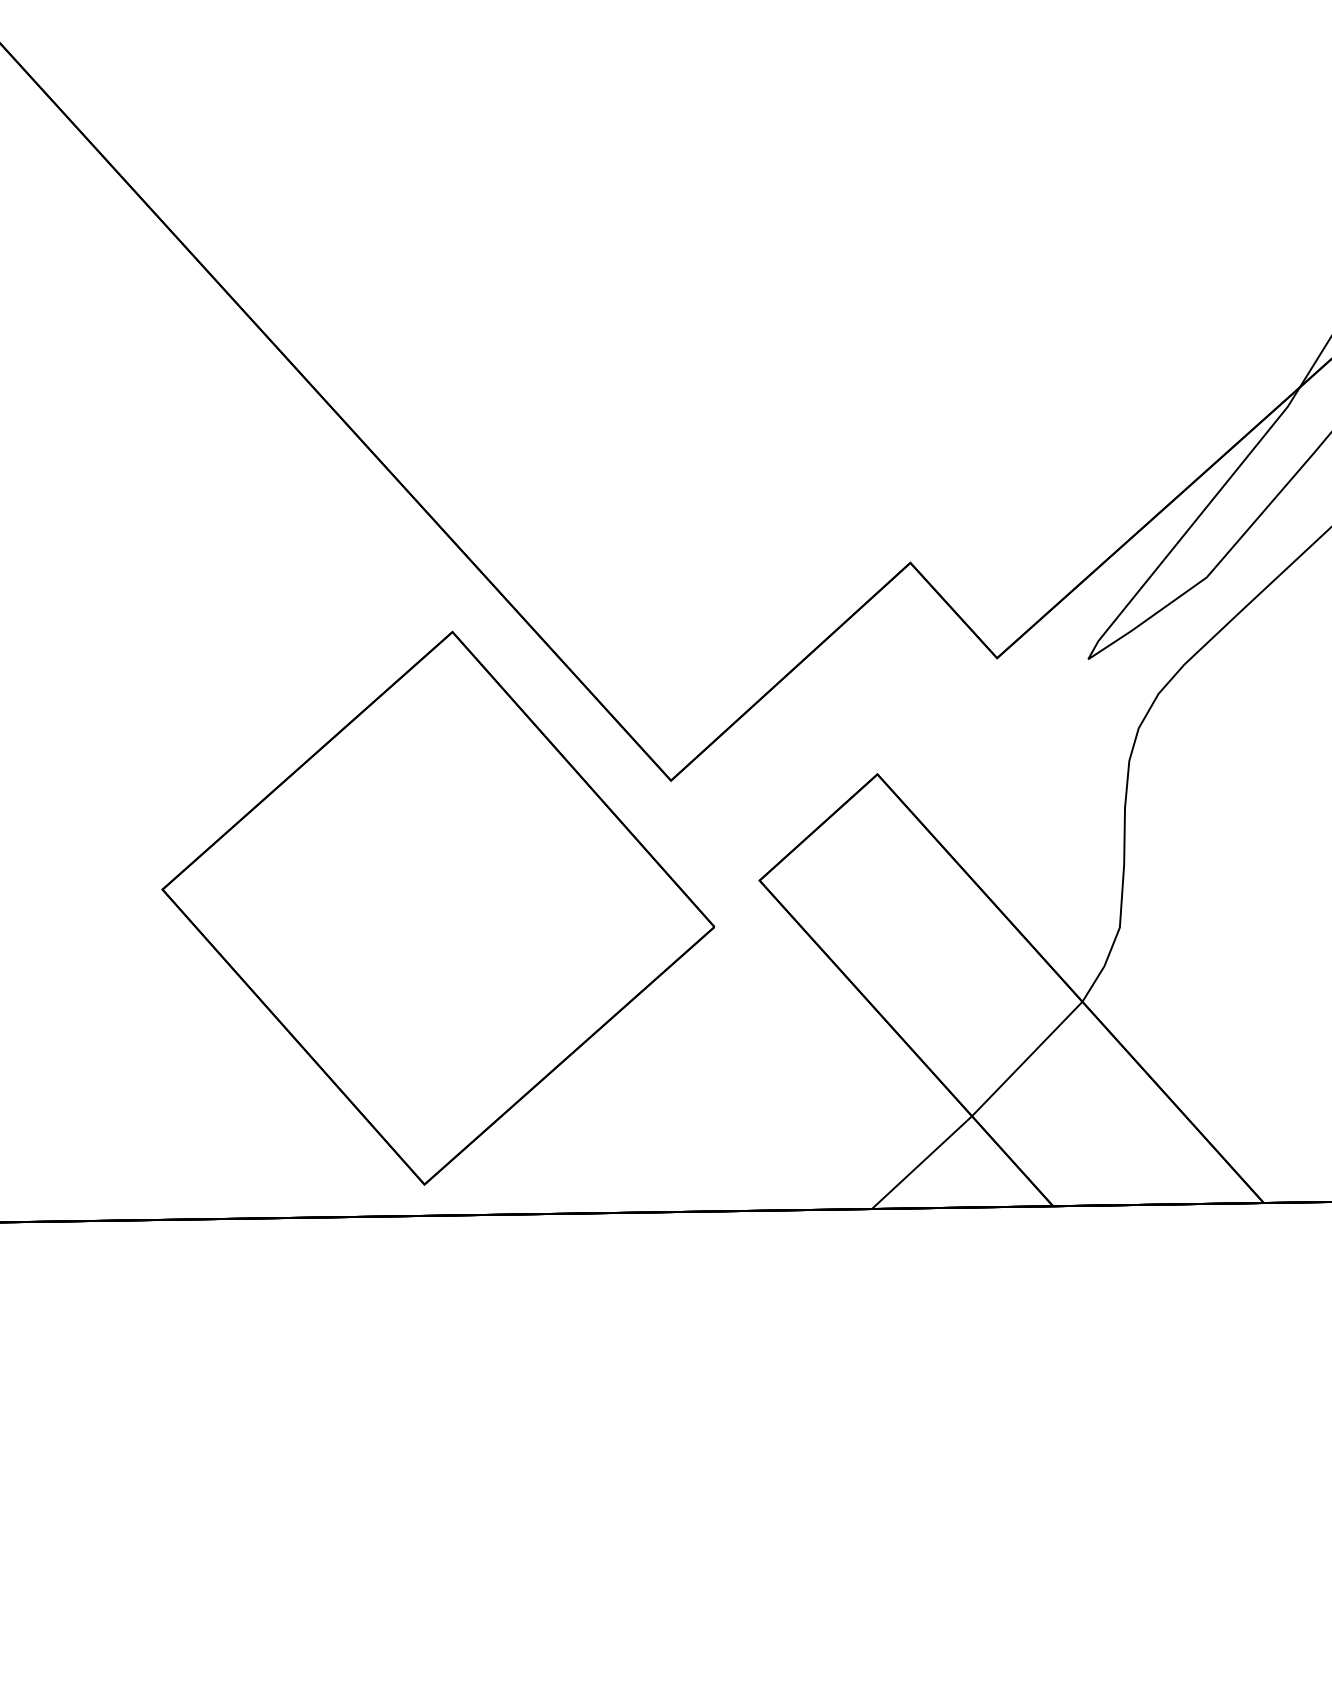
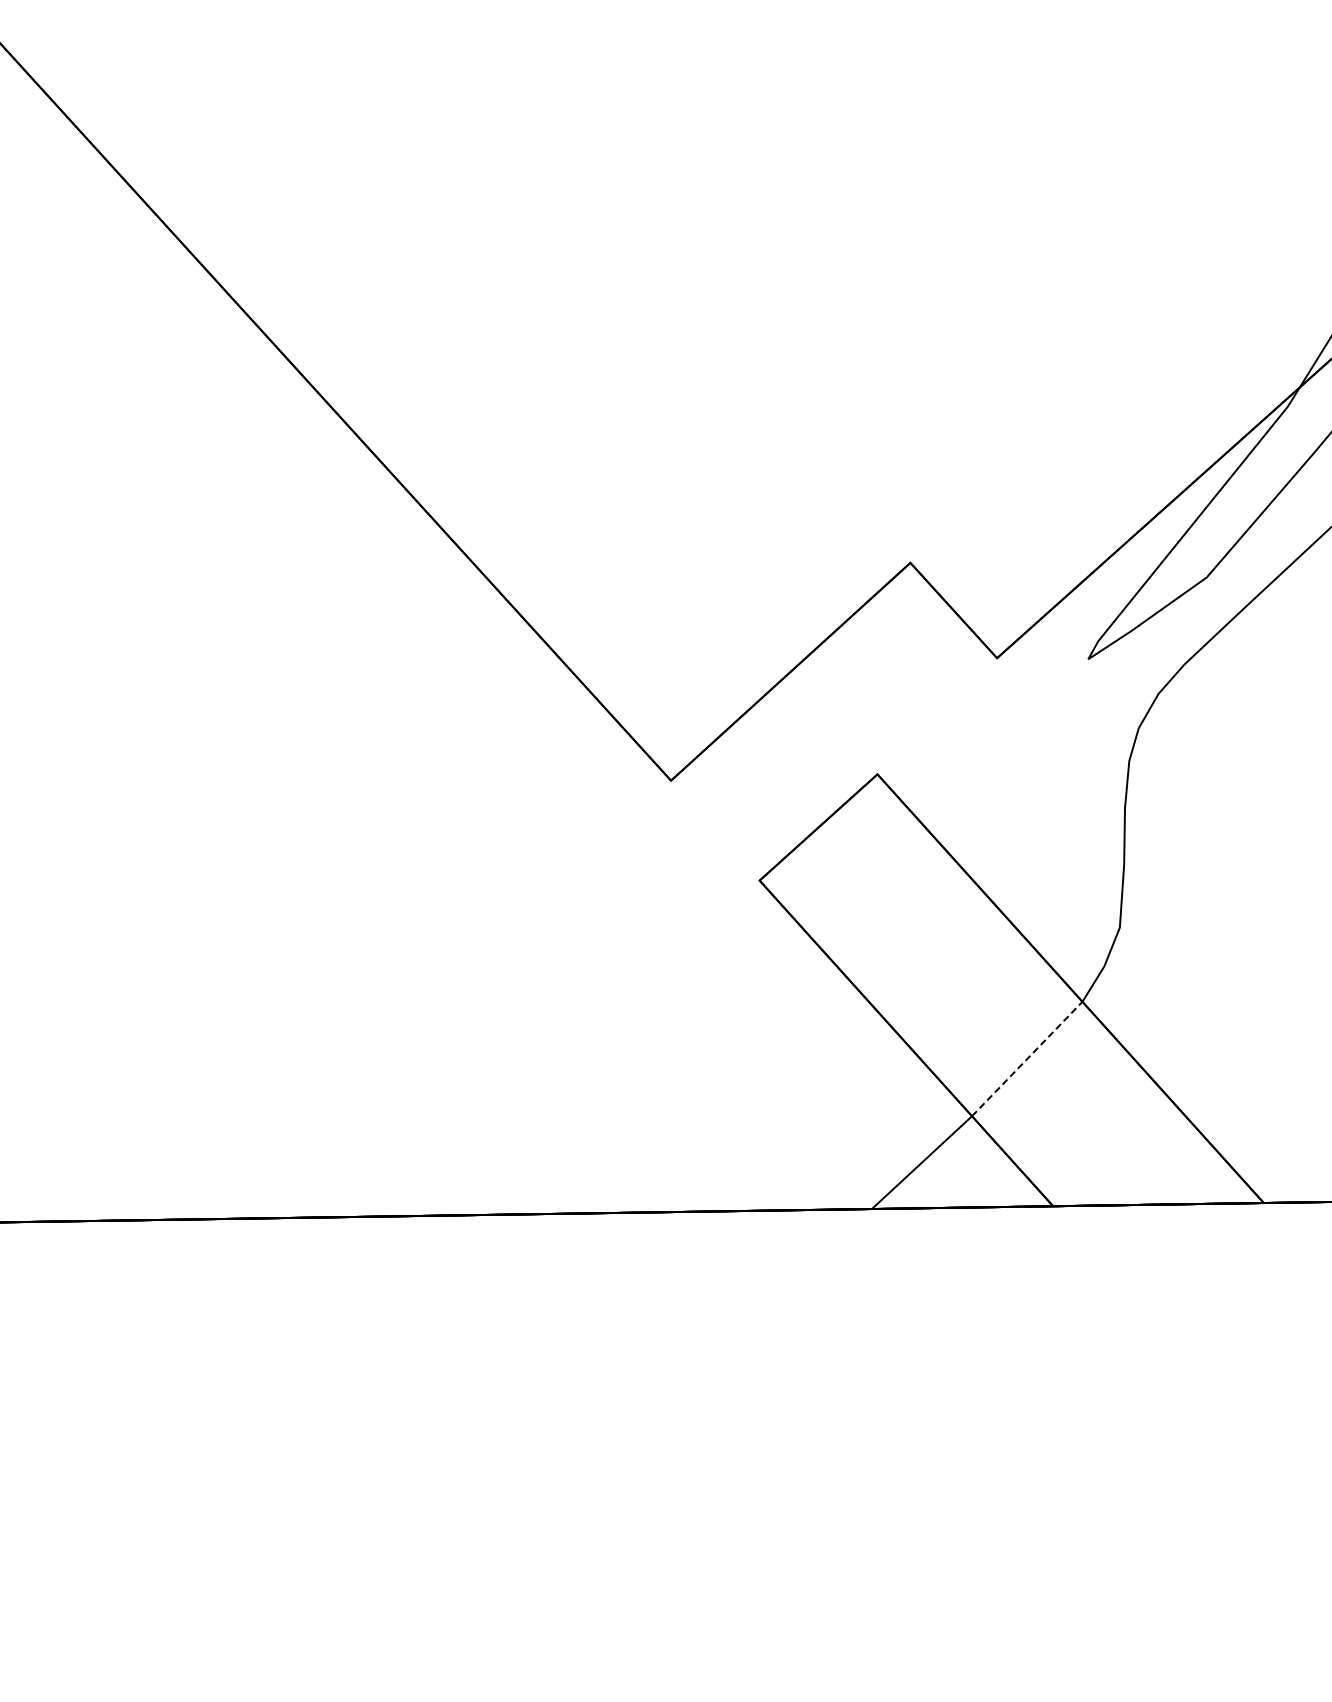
part at (438, 907): present -> none
line at (1027, 1059): solid -> dashed
